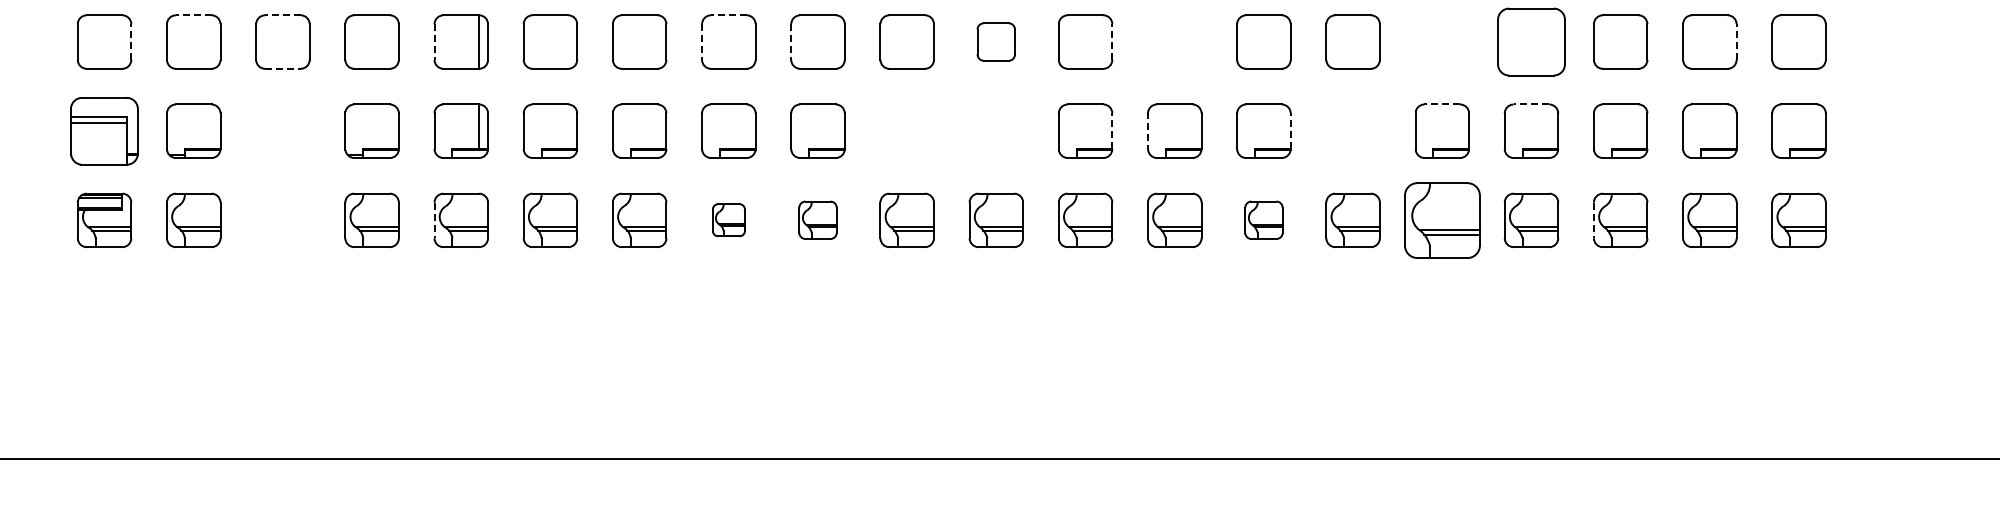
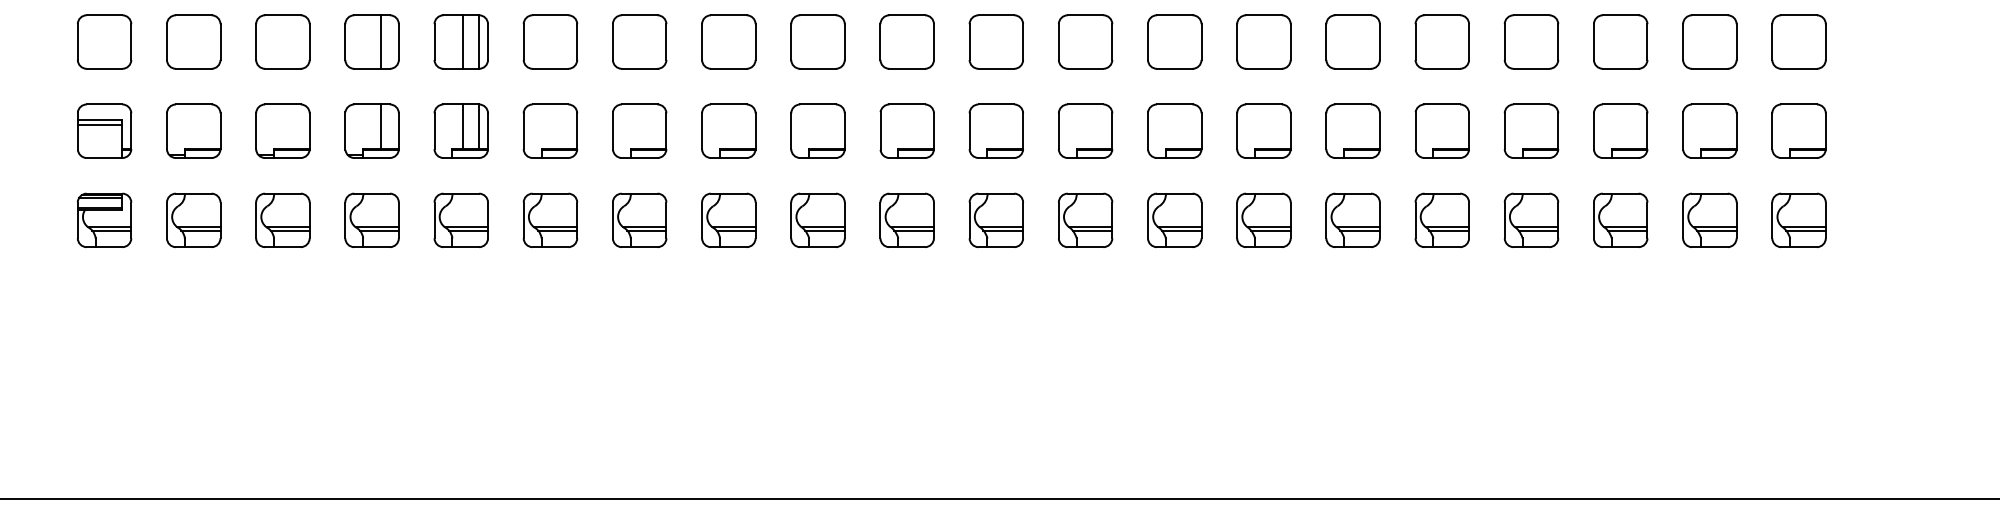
line at (193, 15): dashed -> solid
line at (282, 15): dashed -> solid
line at (728, 15): dashed -> solid
line at (381, 41): none -> present
line at (463, 41): none -> present
part at (995, 41) size: 40x40 px -> 56x56 px
part at (1174, 41): none -> present
part at (1441, 41): none -> present
part at (1531, 41) size: 69x70 px -> 57x56 px
line at (131, 42): dashed -> solid
line at (434, 42): dashed -> solid
line at (702, 42): dashed -> solid
line at (791, 42): dashed -> solid
line at (1112, 42): dashed -> solid
line at (1736, 42): dashed -> solid
line at (282, 68): dashed -> solid
line at (1442, 104): dashed -> solid
line at (1531, 104): dashed -> solid
line at (381, 126): none -> present
line at (463, 126): none -> present
part at (282, 130): none -> present
part at (906, 130): none -> present
part at (995, 130): none -> present
part at (1352, 130): none -> present
part at (104, 131) size: 69x69 px -> 56x56 px
line at (1112, 131): dashed -> solid
line at (1148, 131): dashed -> solid
line at (1290, 131): dashed -> solid
part at (282, 219): none -> present
part at (817, 219) size: 40x40 px -> 56x56 px
part at (1263, 219) size: 40x40 px -> 56x56 px
line at (434, 220): dashed -> solid
part at (728, 220) size: 34x35 px -> 56x56 px
part at (1442, 220) size: 77x77 px -> 56x56 px
line at (1593, 220): dashed -> solid
line at (999, 458) position: (999, 458) -> (999, 498)
